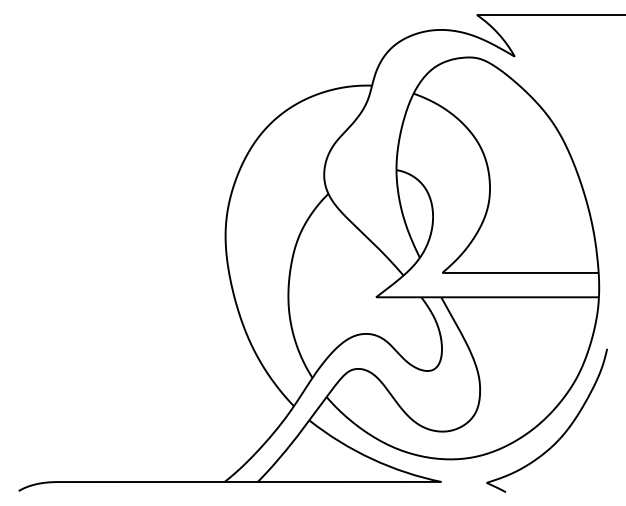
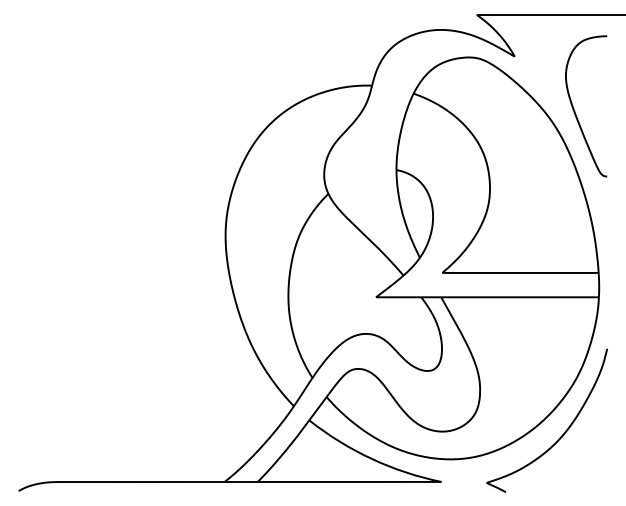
curve at (575, 111): none -> present
